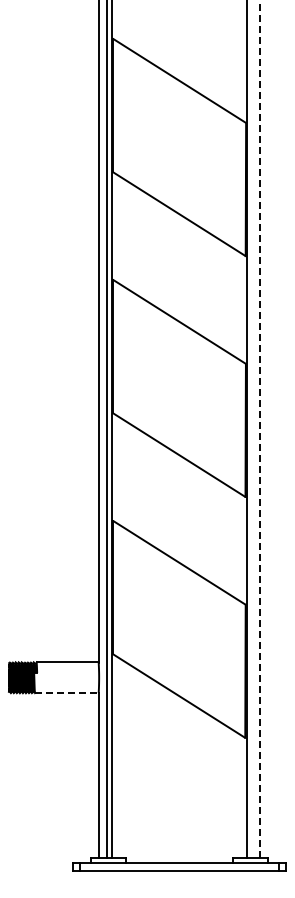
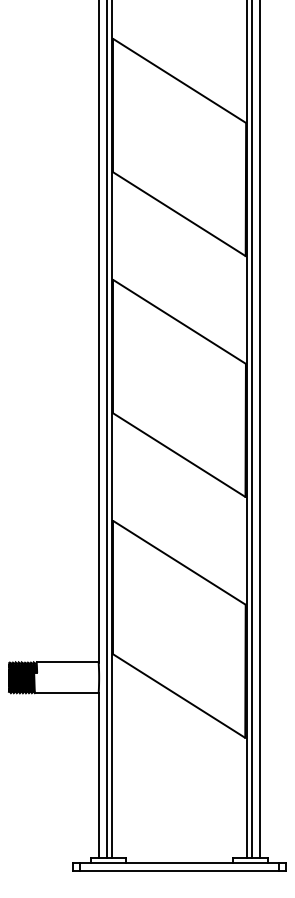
line at (260, 429): dashed -> solid
line at (251, 430): none -> present
line at (66, 693): dashed -> solid
